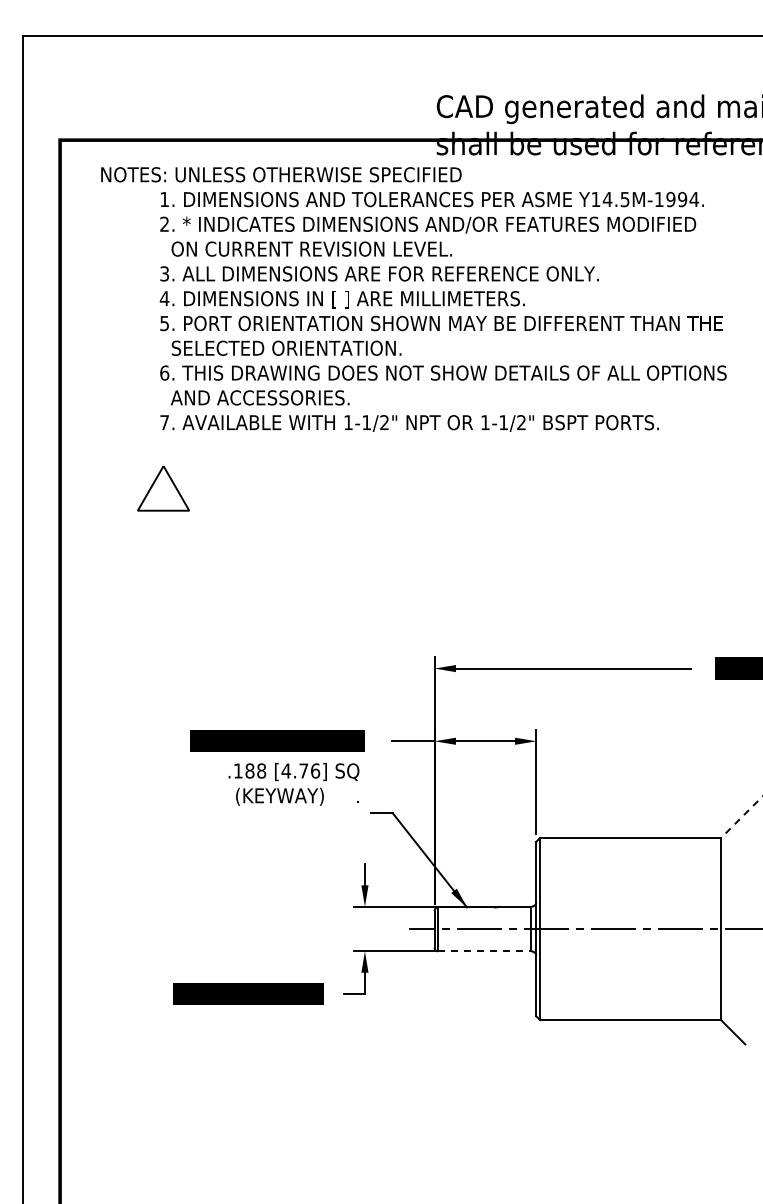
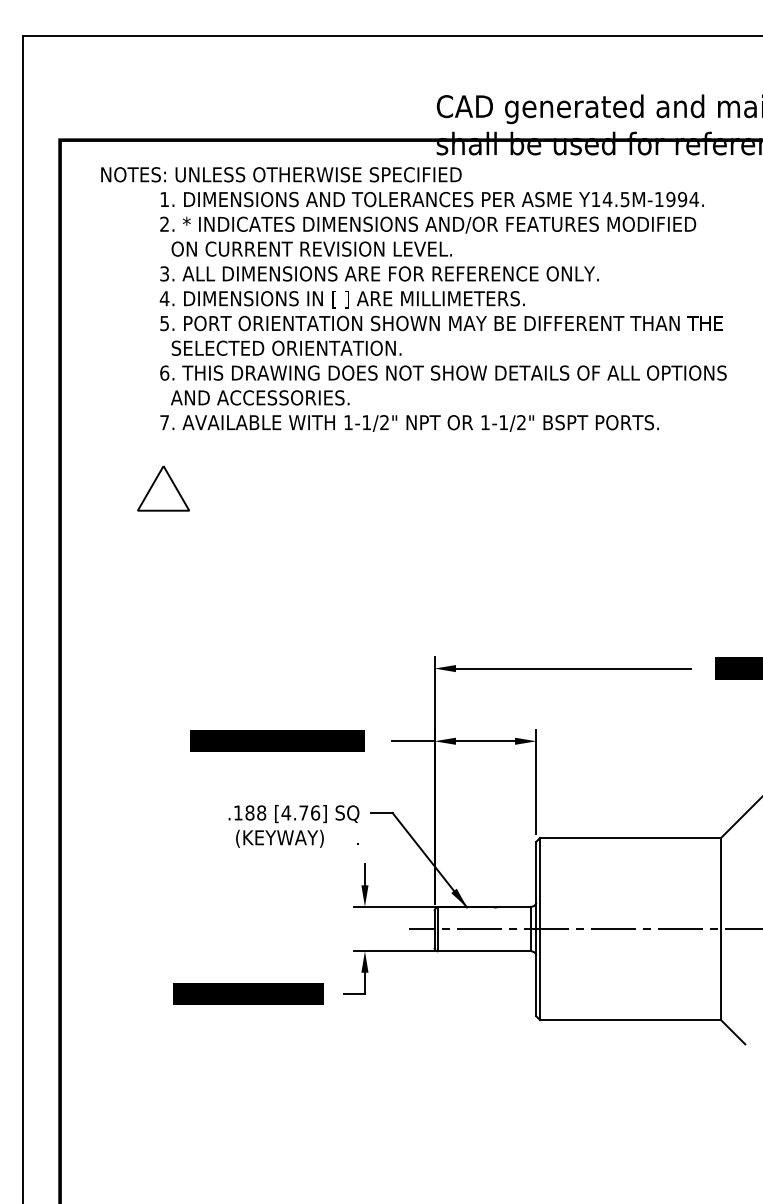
text at (293, 784) position: (293, 784) -> (293, 826)
line at (741, 817): dashed -> solid
line at (484, 951): dashed -> solid
